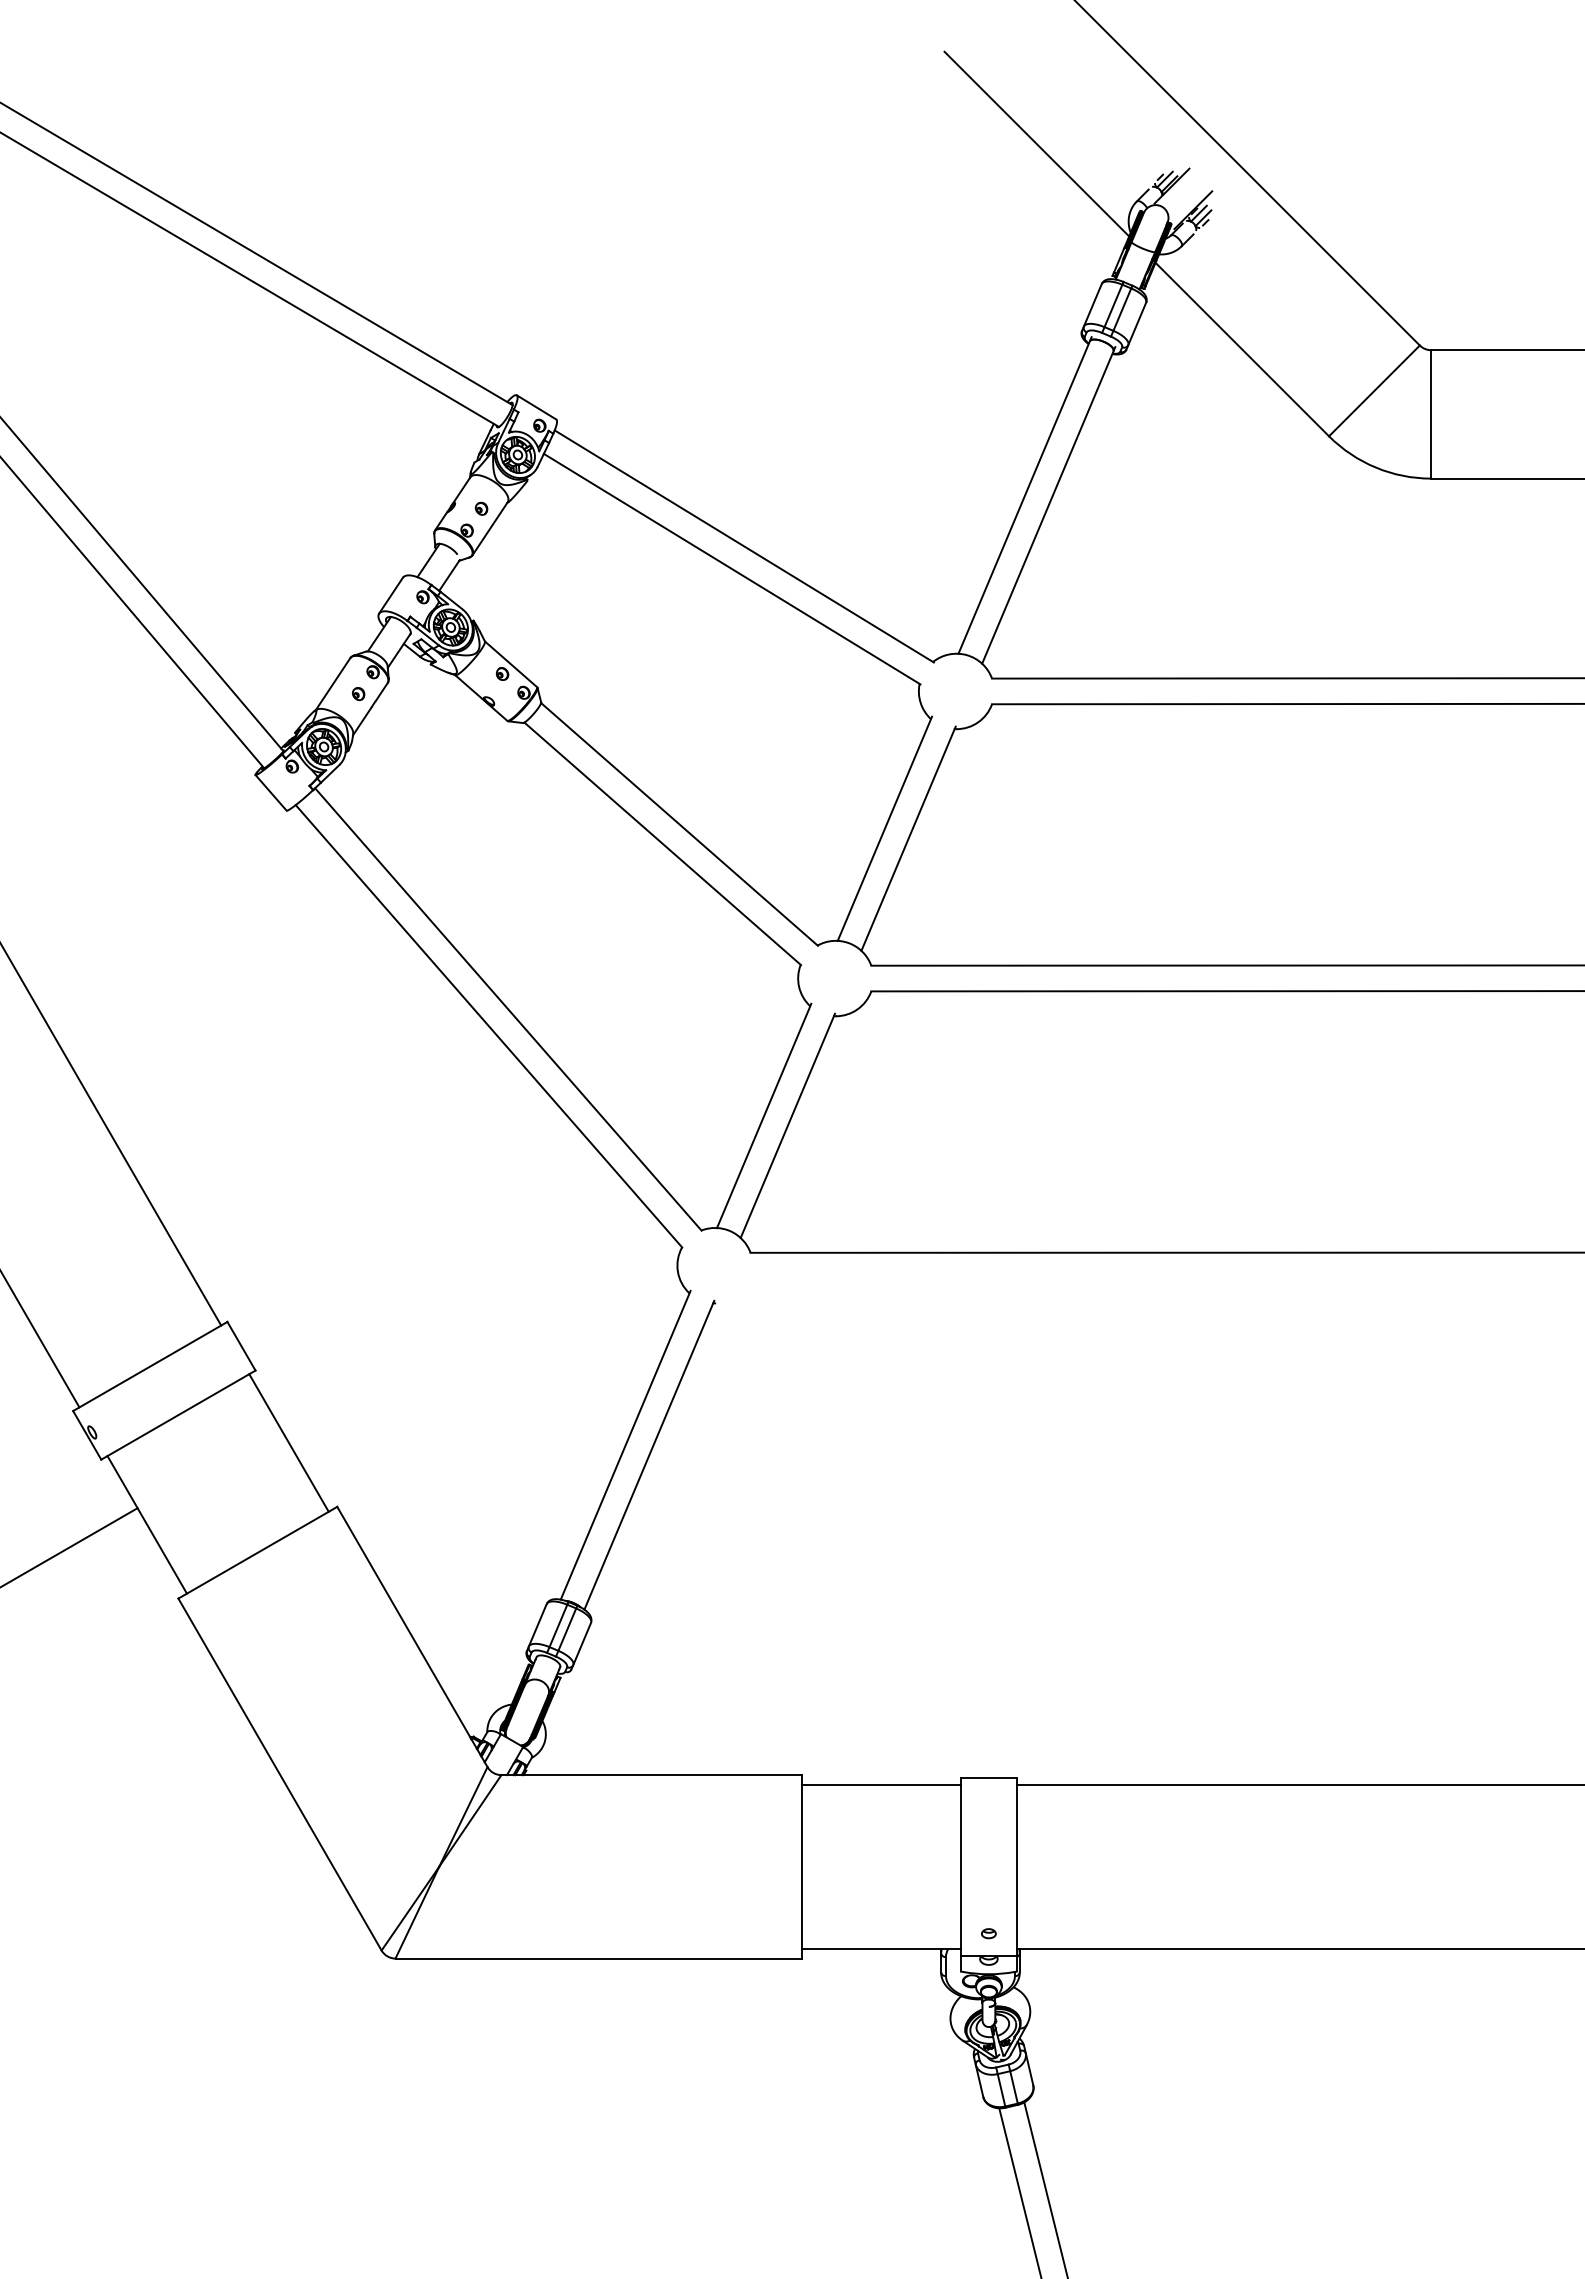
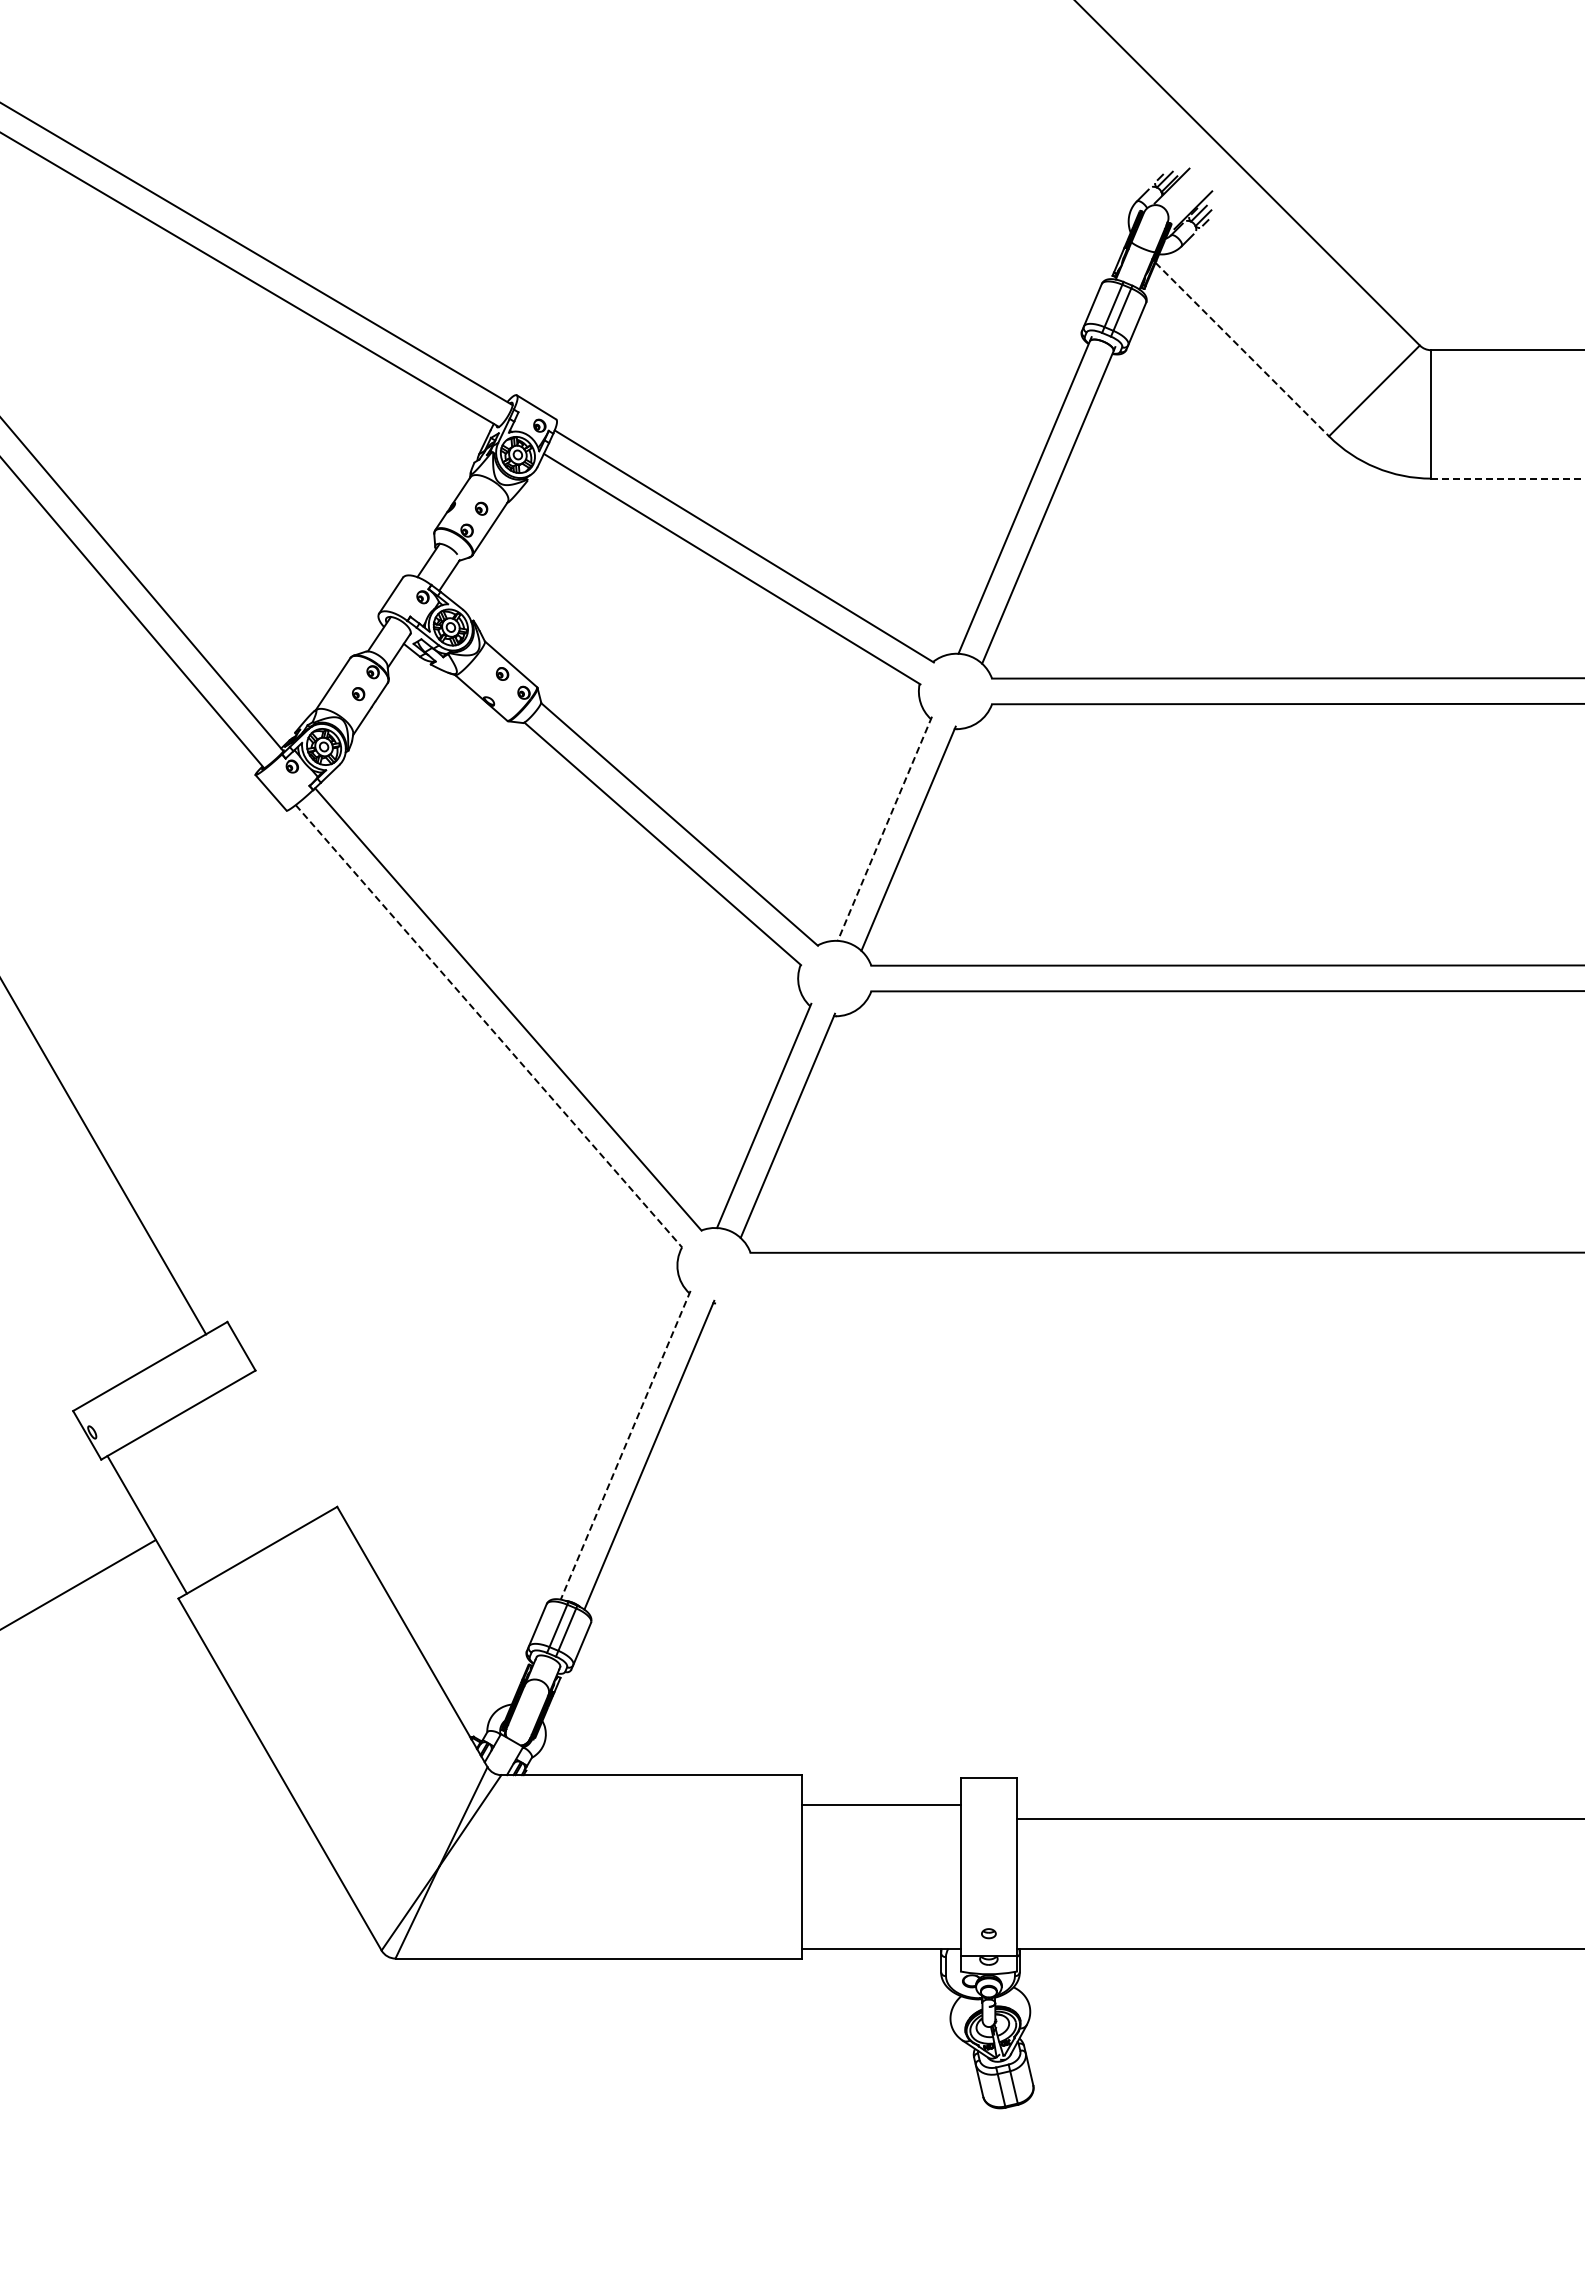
line at (1036, 143): present -> none
line at (1242, 349): solid -> dashed
line at (1508, 478): solid -> dashed
line at (884, 828): solid -> dashed
line at (488, 1026): solid -> dashed
line at (111, 1135) position: (111, 1135) -> (104, 1157)
line at (40, 1340): present -> none
line at (288, 1442): present -> none
line at (625, 1445): solid -> dashed
line at (69, 1547) position: (69, 1547) -> (78, 1584)
line at (880, 1785) position: (880, 1785) -> (880, 1805)
line at (1298, 1785) position: (1298, 1785) -> (1298, 1819)
line at (1045, 2188): present -> none
line at (1019, 2191): present -> none
